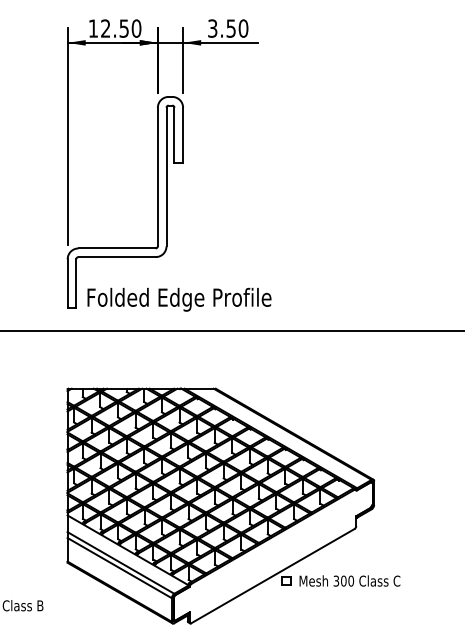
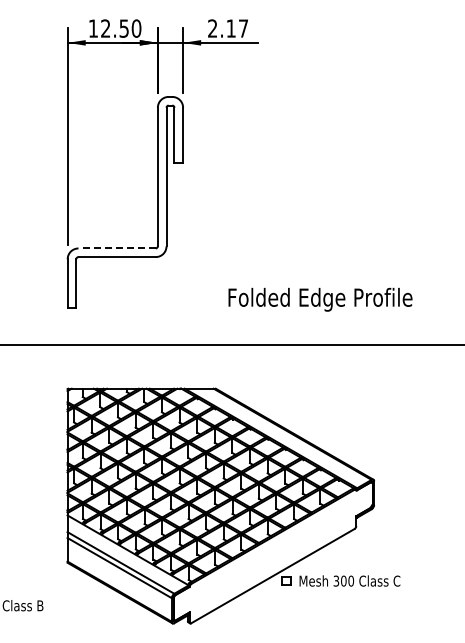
text at (228, 28): 3.50 -> 2.17
line at (117, 248): solid -> dashed
text at (179, 299) position: (179, 299) -> (320, 299)
line at (231, 330) position: (231, 330) -> (231, 344)
